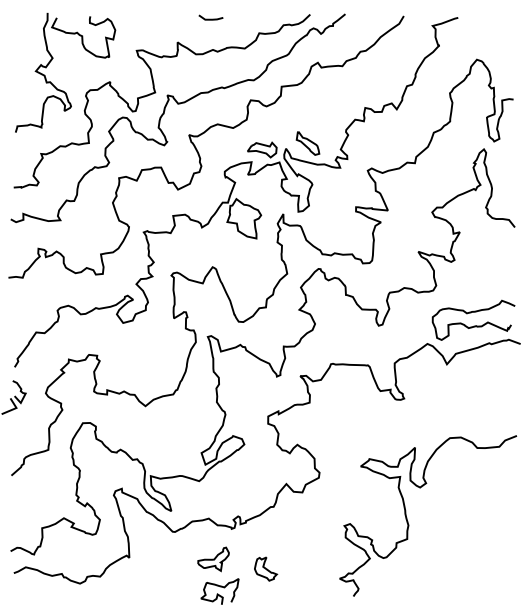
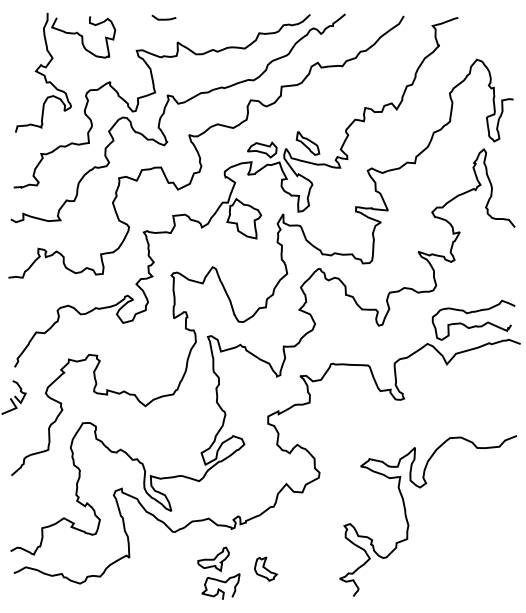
line at (210, 18) position: (210, 18) -> (163, 18)
curve at (218, 593) position: (218, 593) -> (219, 588)
